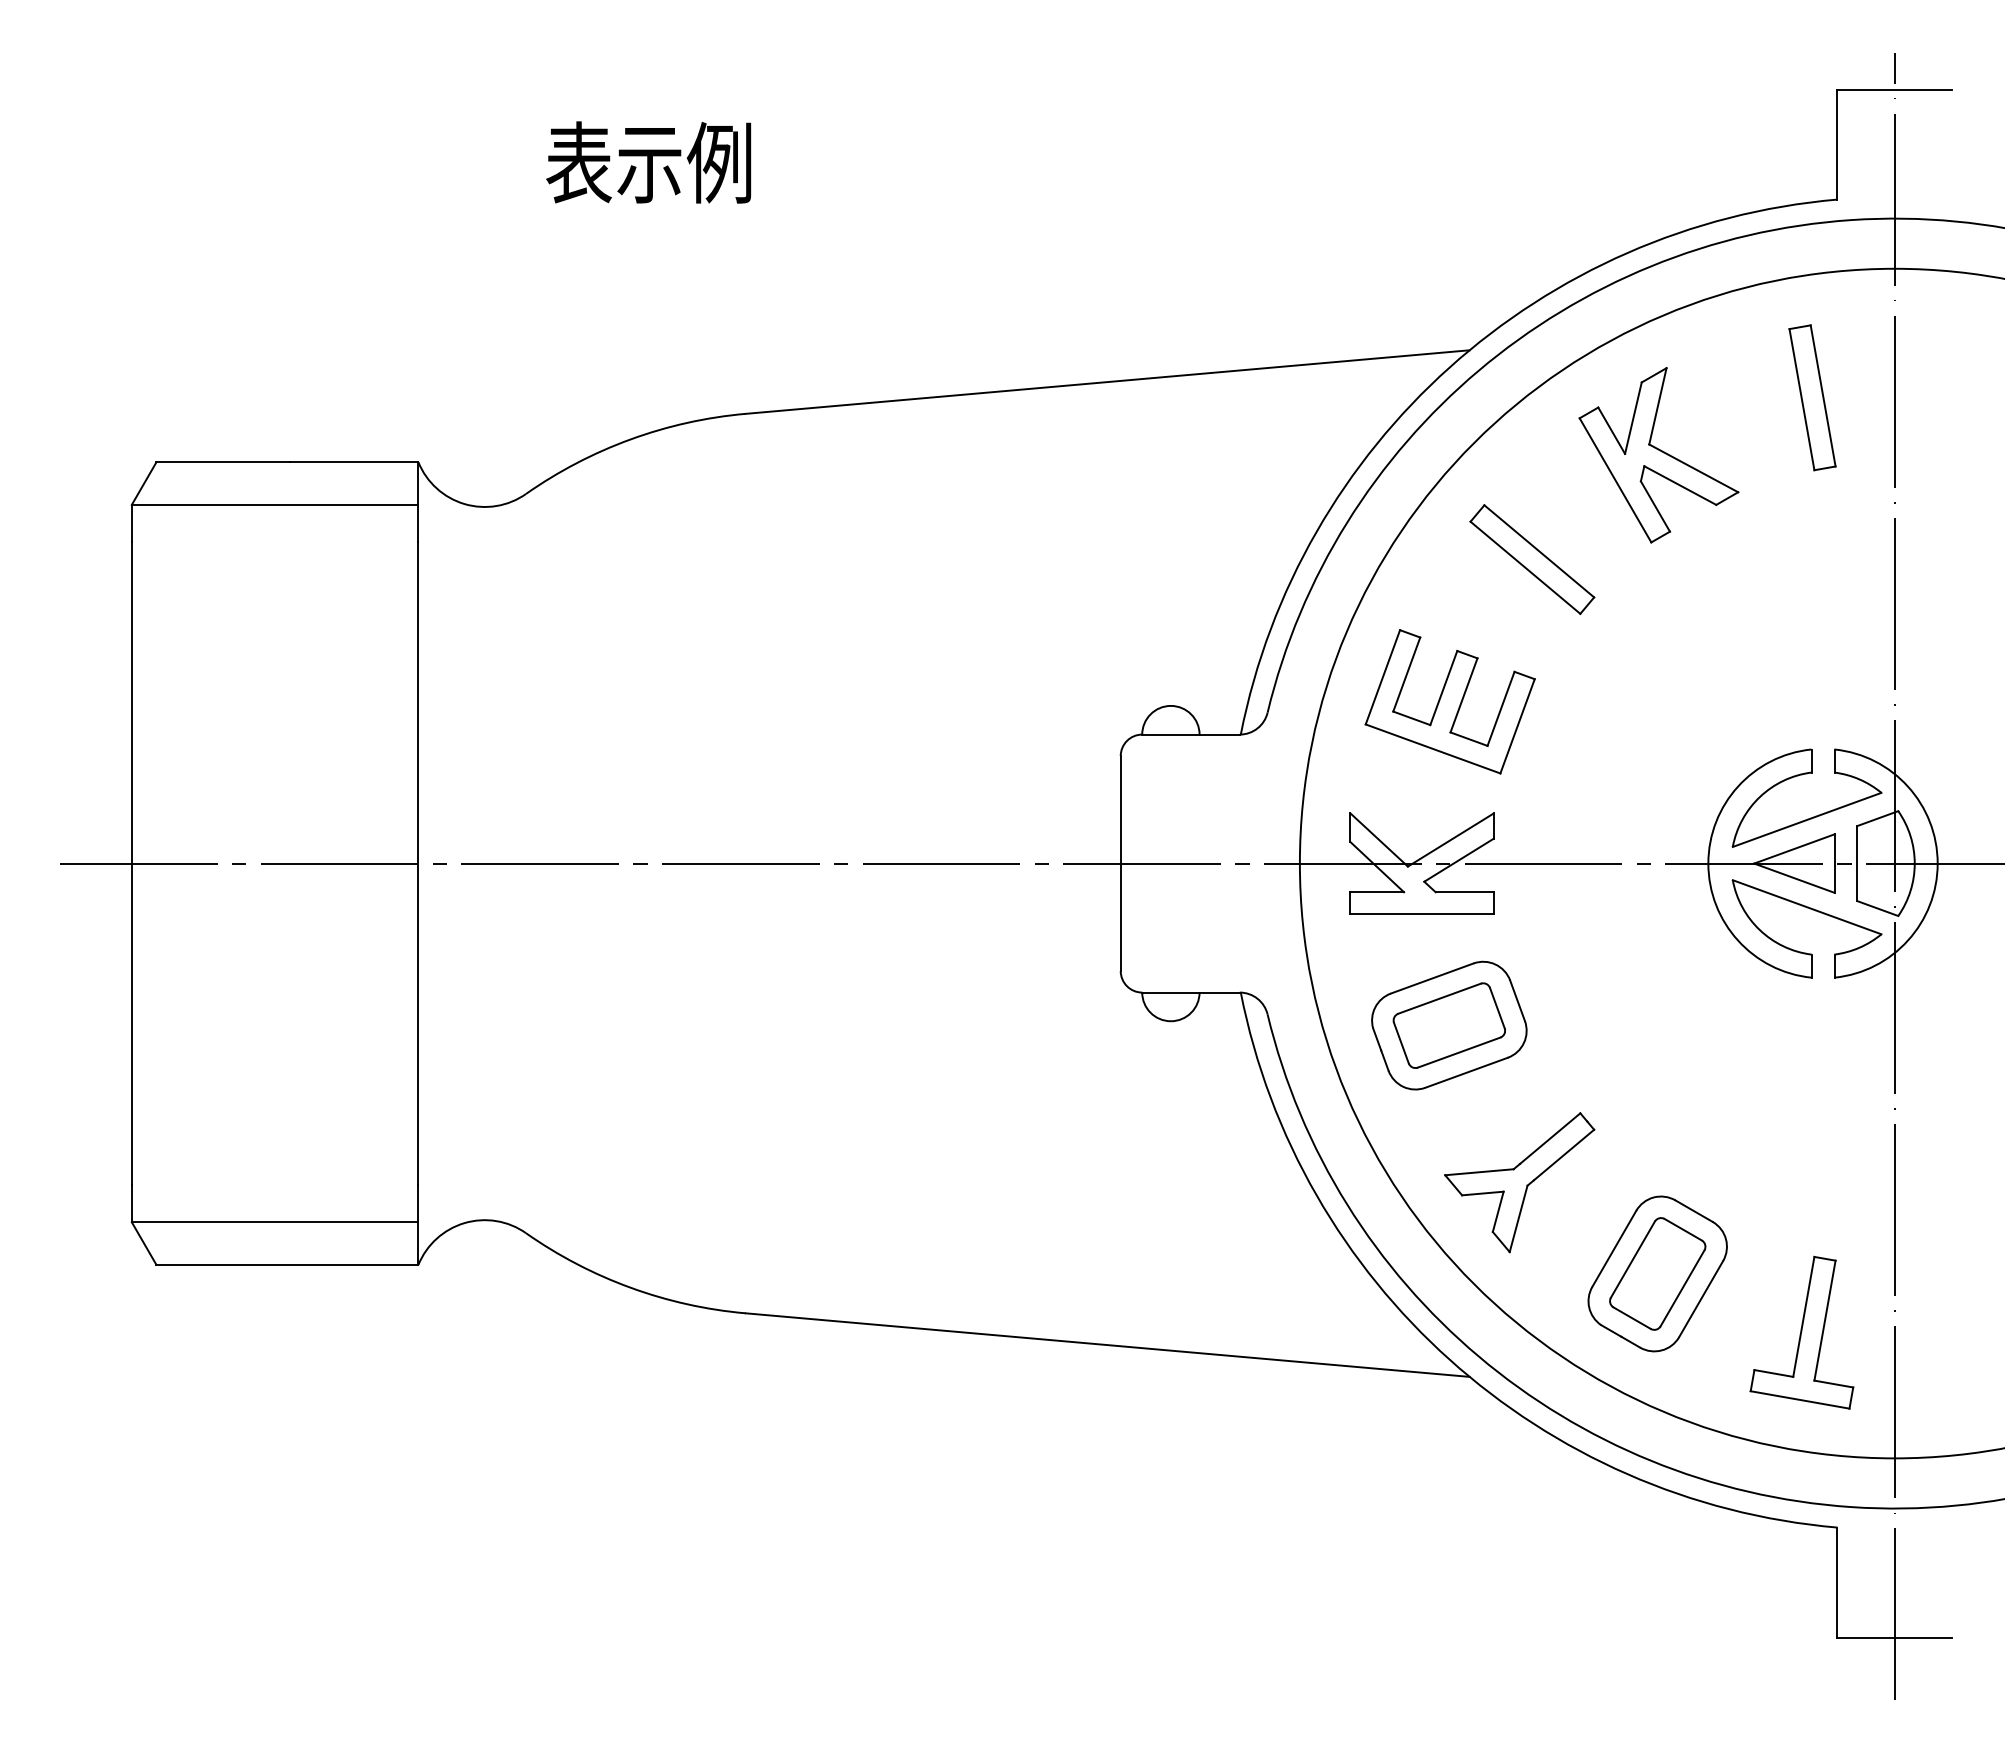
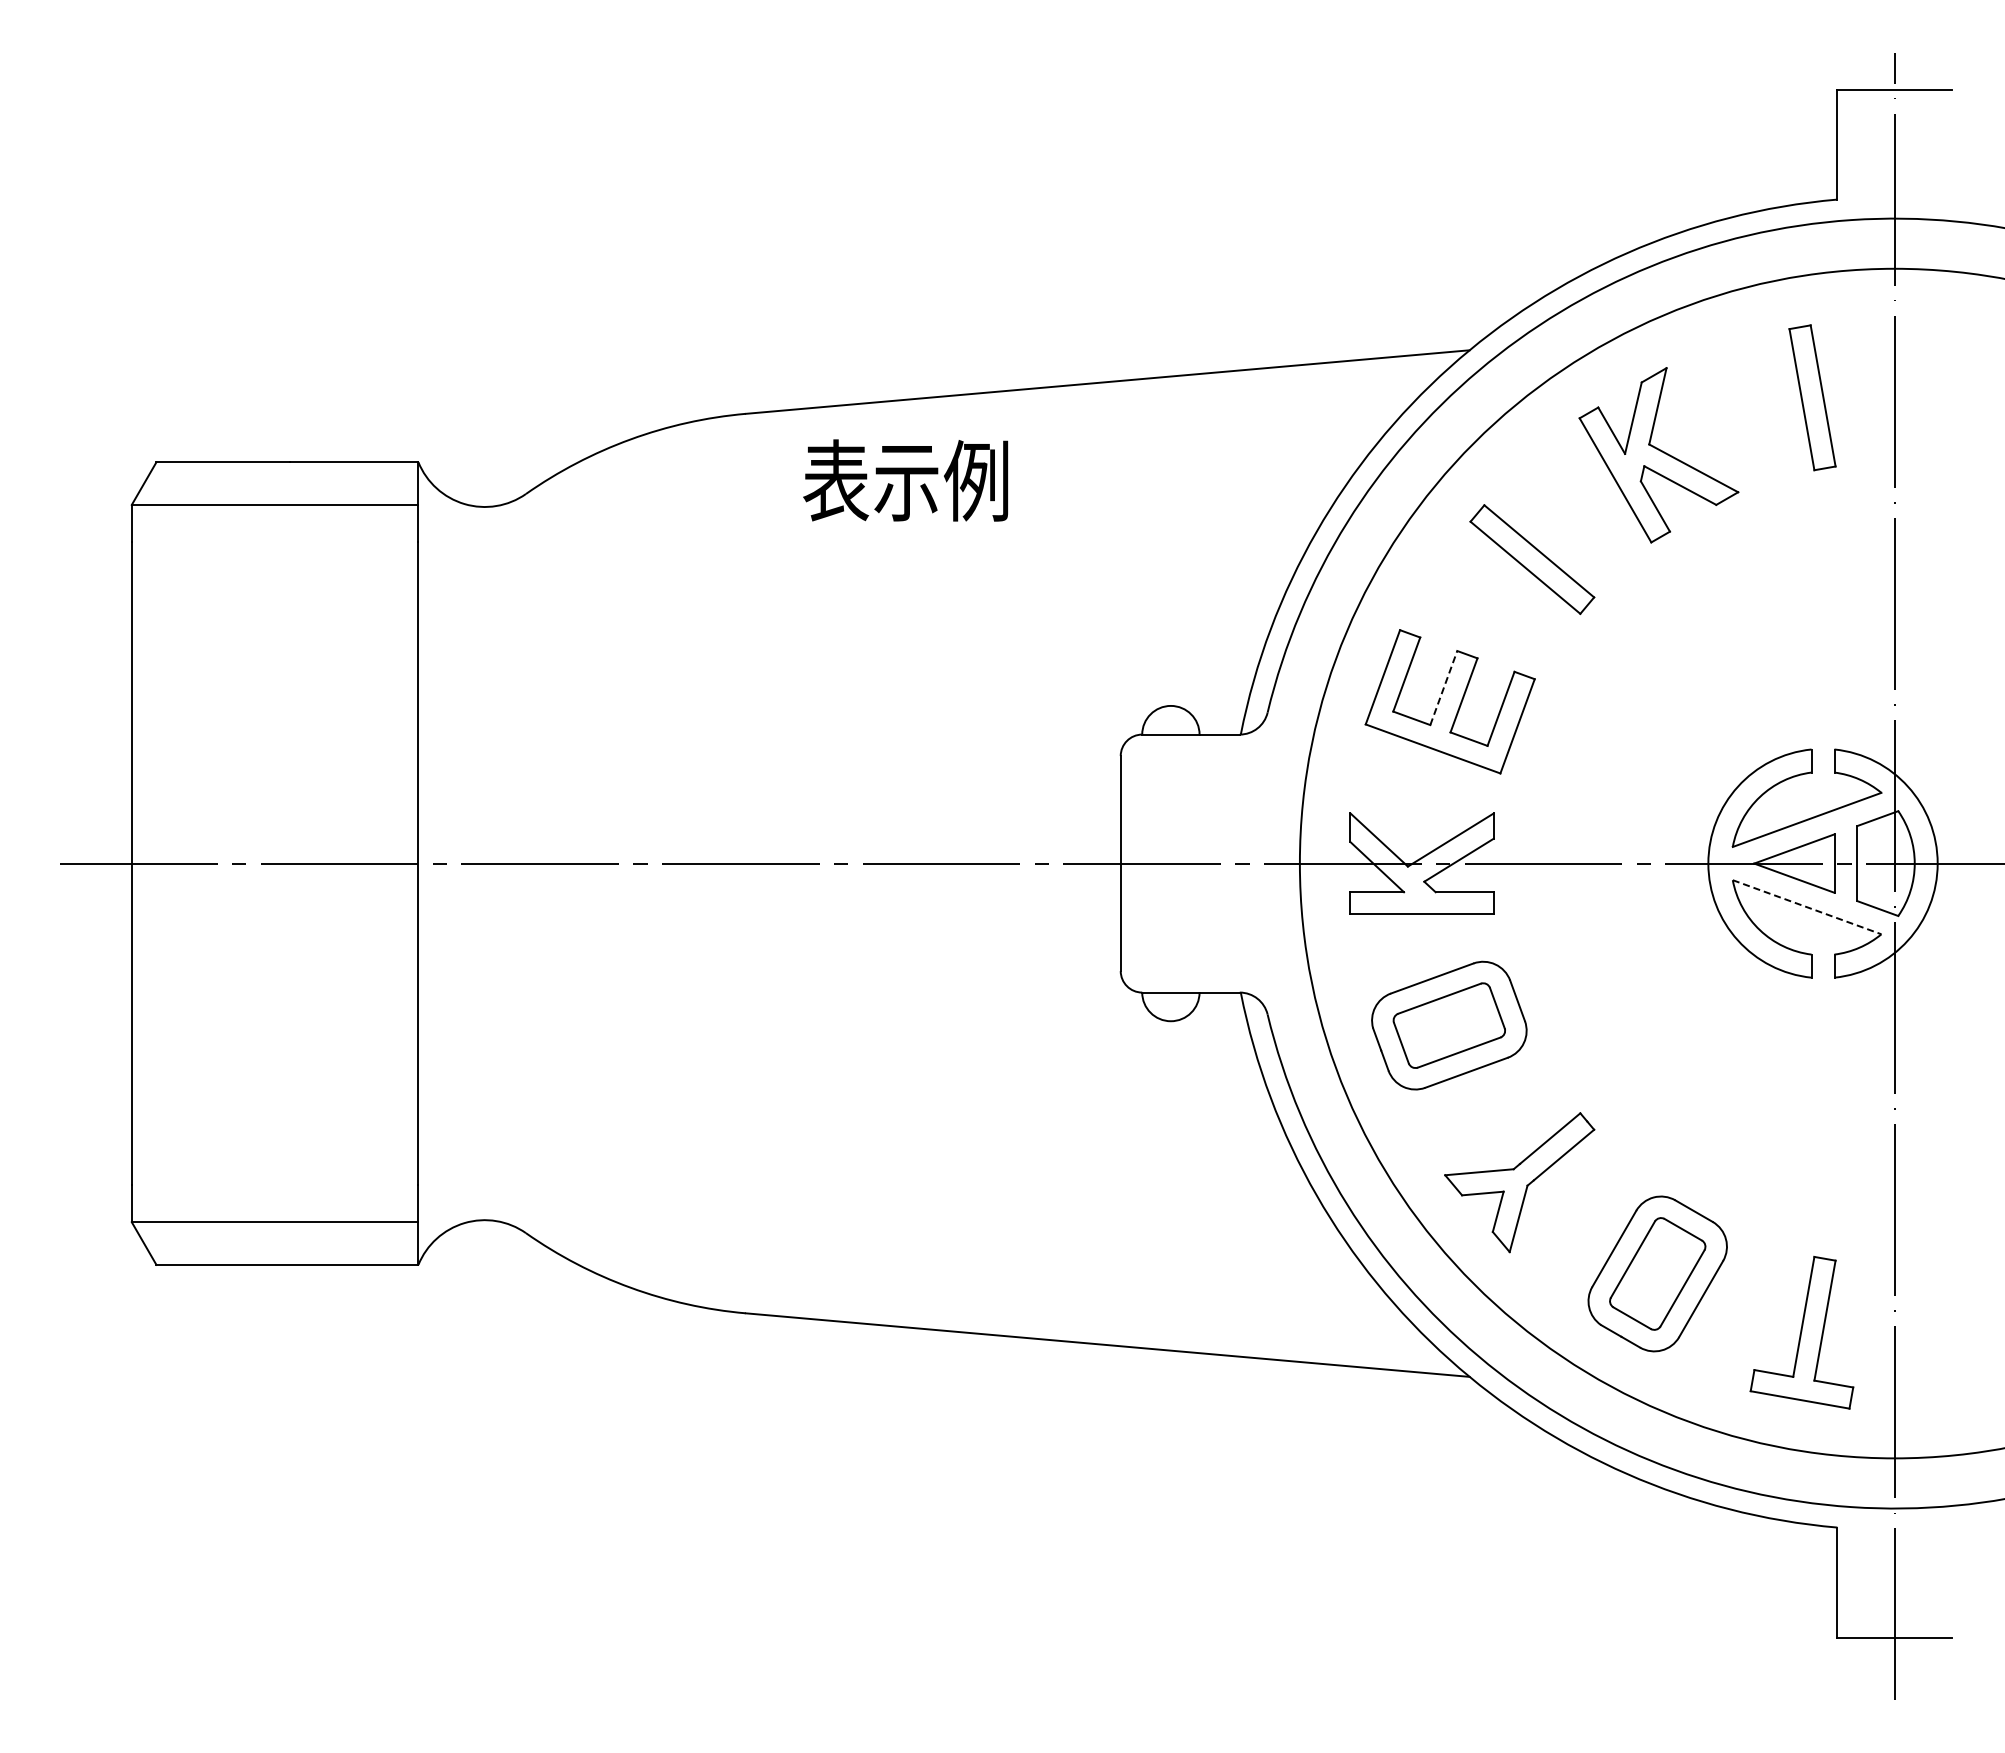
text at (648, 162) position: (648, 162) -> (905, 480)
line at (1443, 687): solid -> dashed
line at (1807, 907): solid -> dashed
